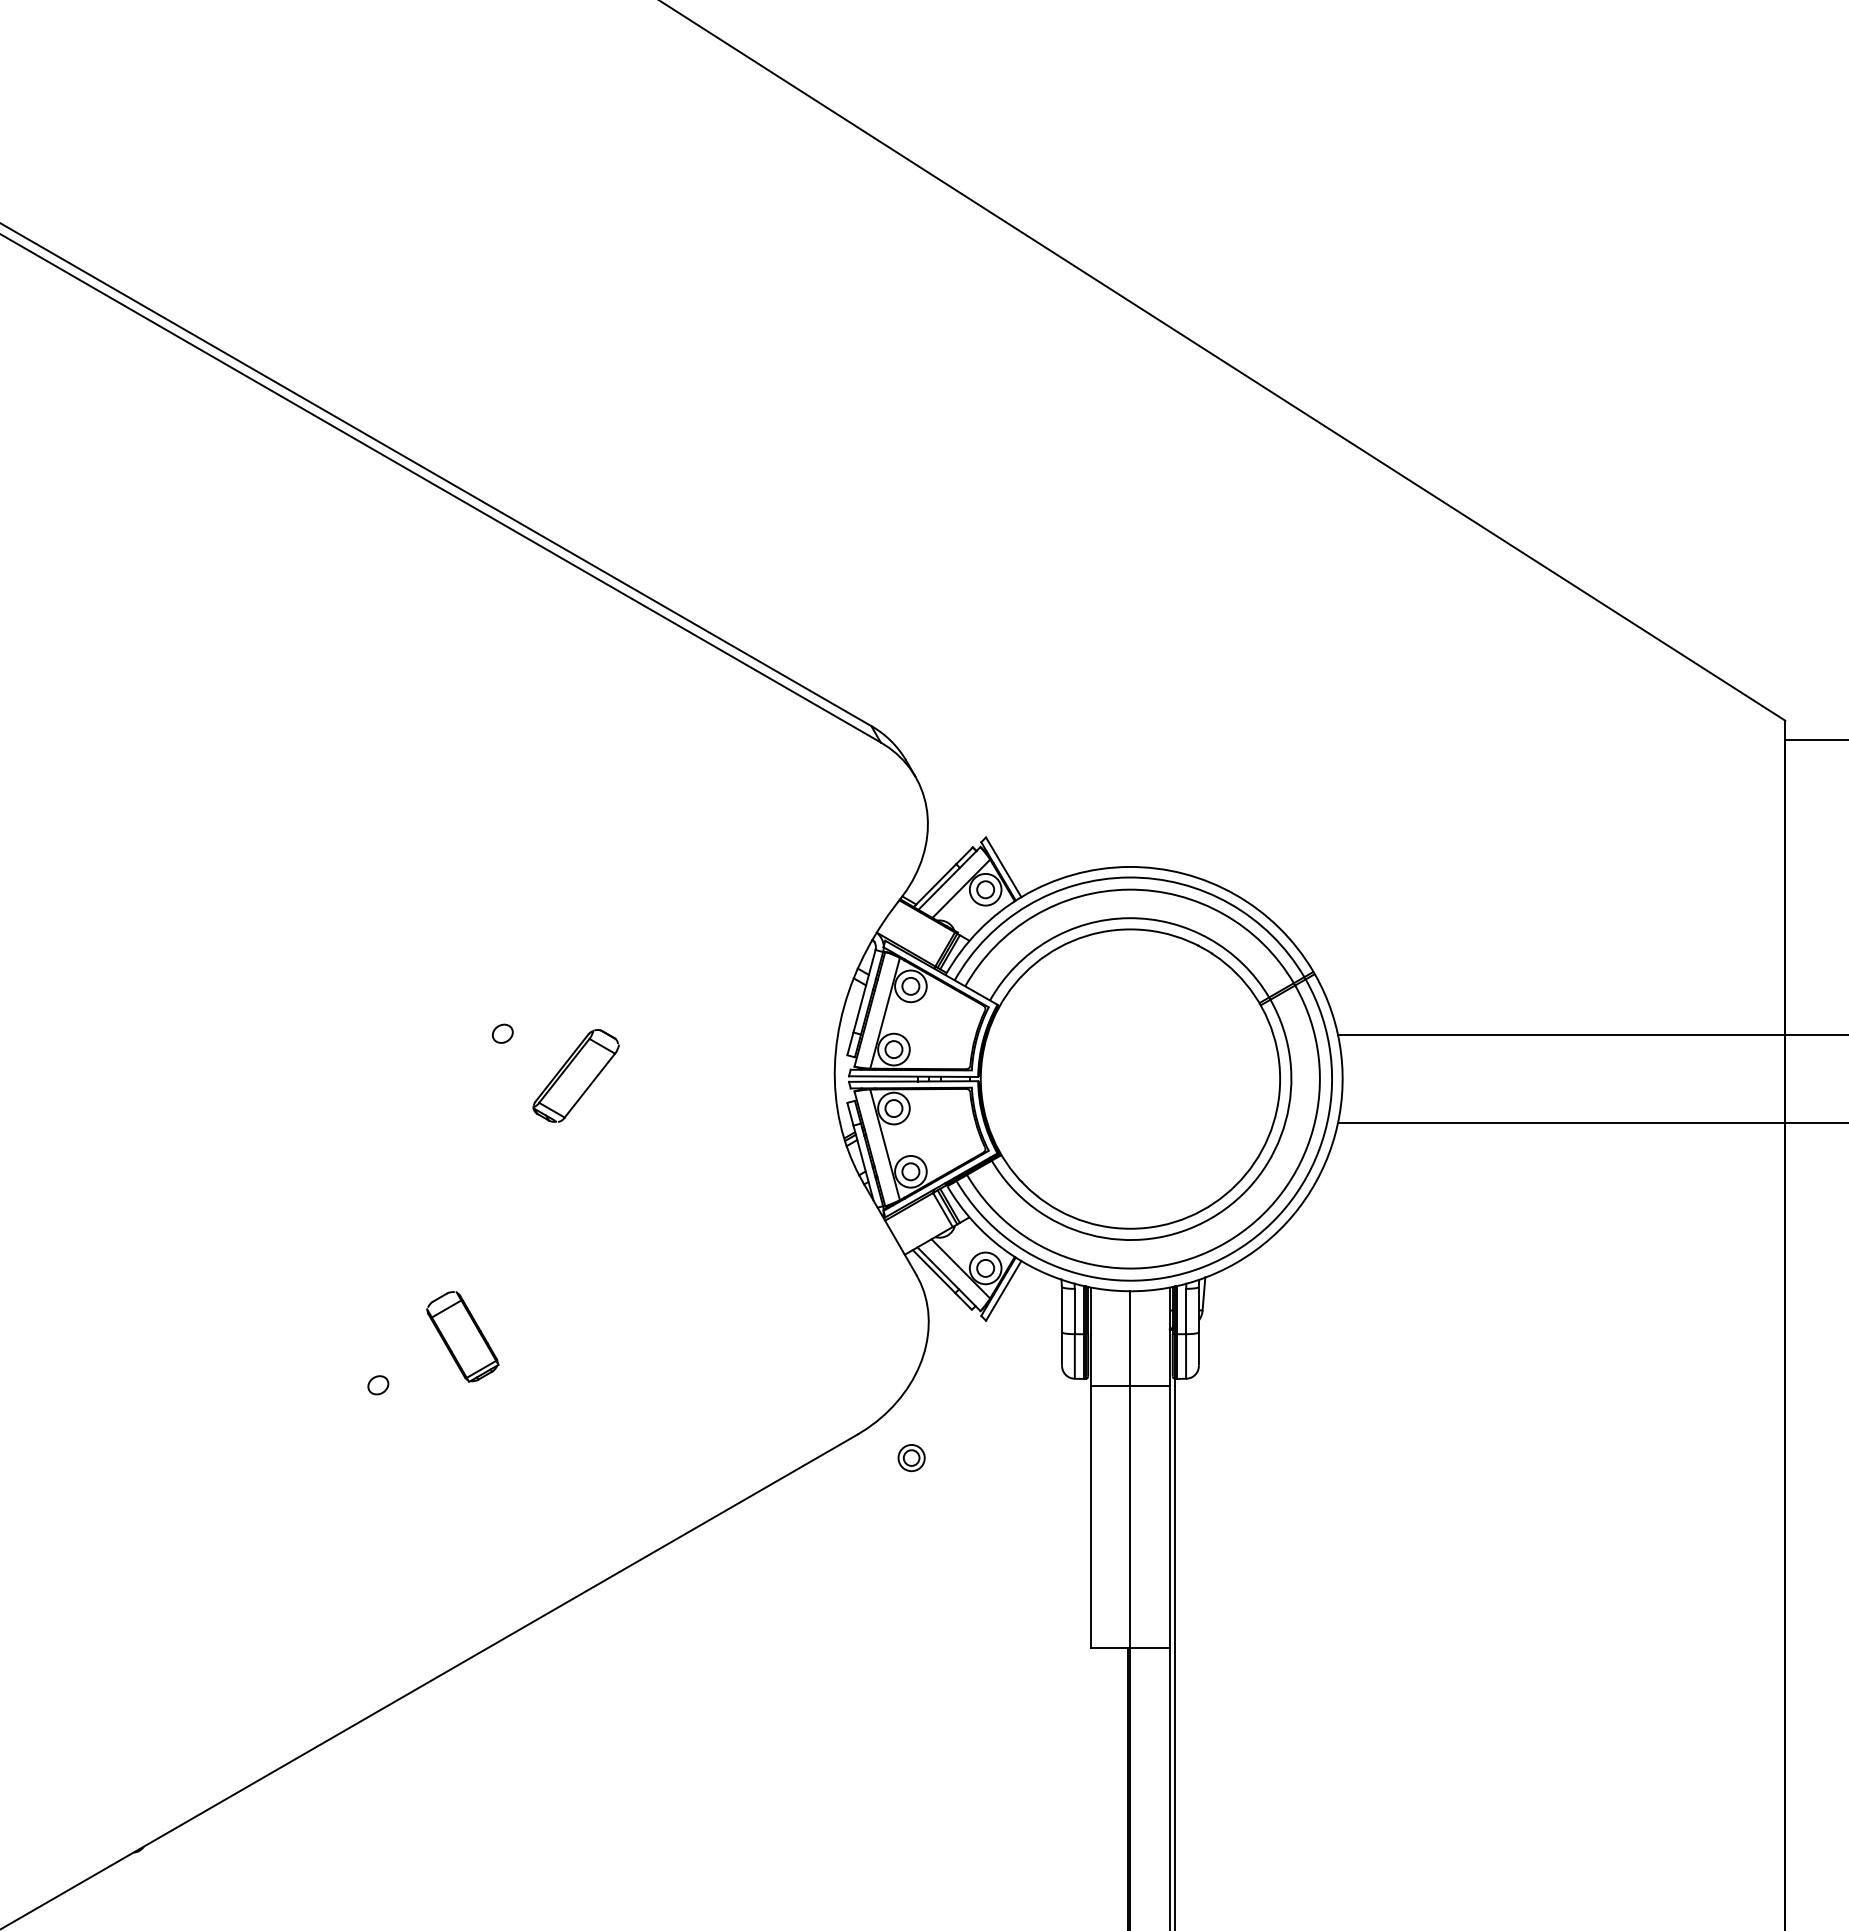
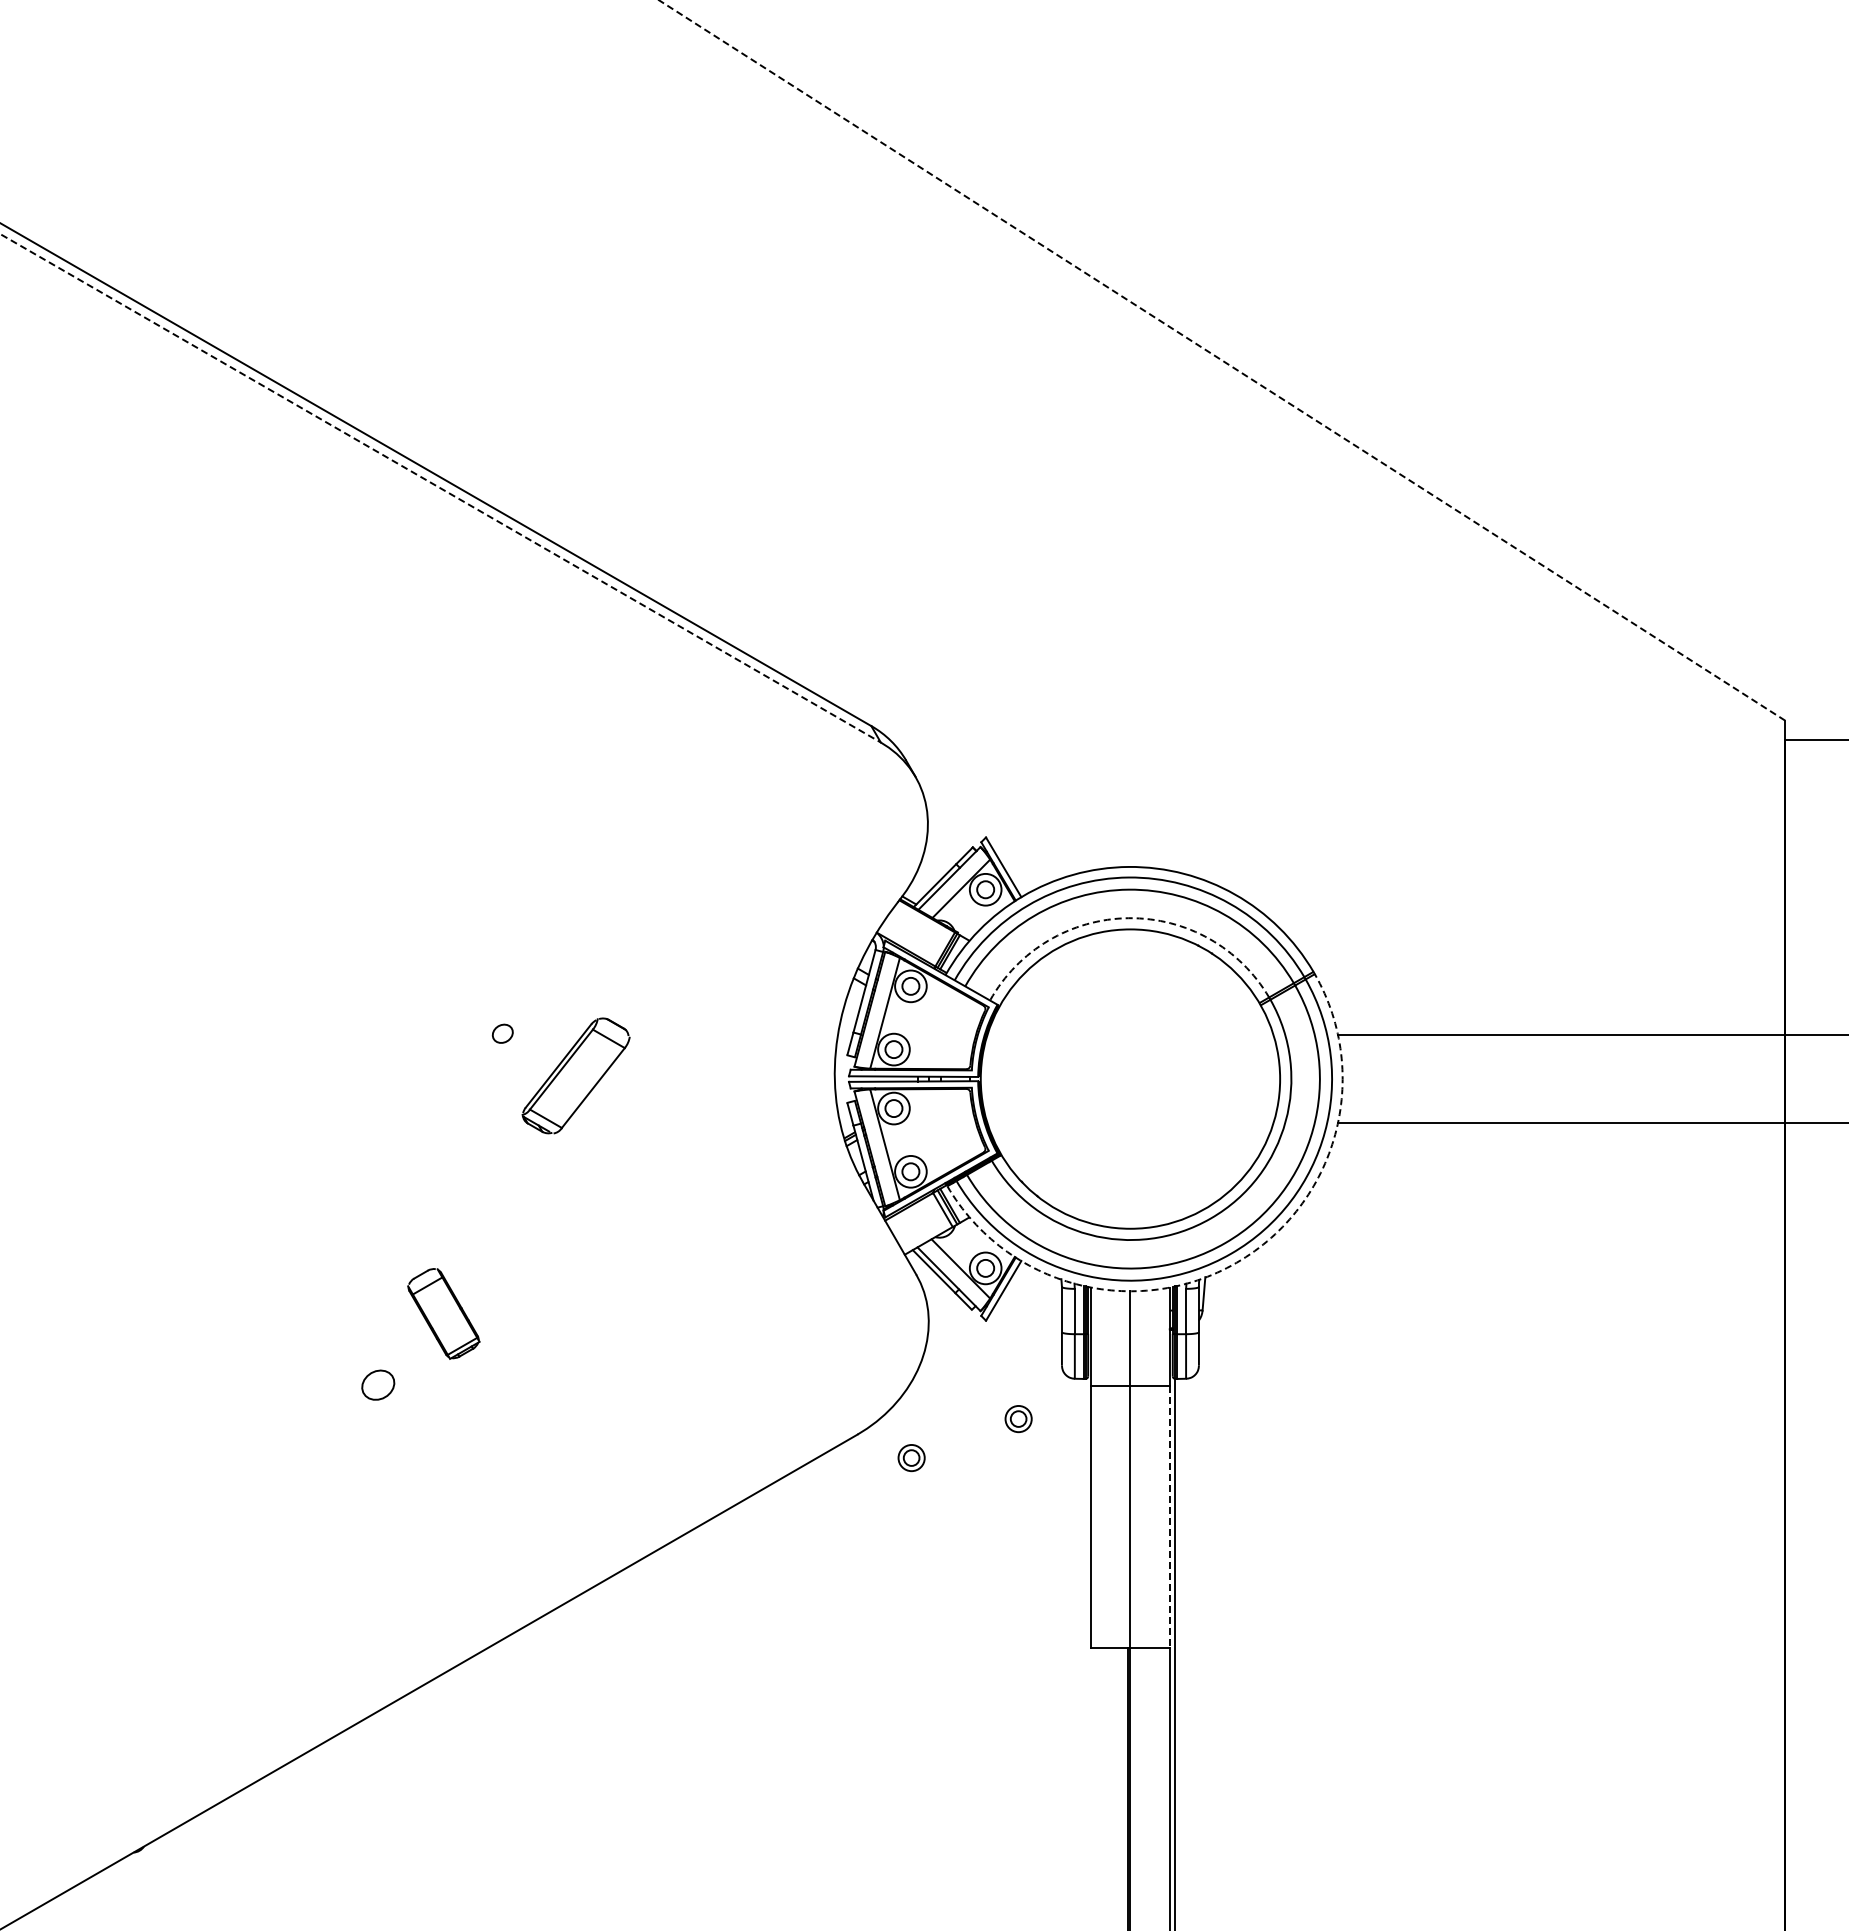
line at (1222, 360): solid -> dashed
line at (441, 488): solid -> dashed
arc at (1128, 918): solid -> dashed
part at (575, 1075) size: 88x94 px -> 110x118 px
arc at (1236, 1262): solid -> dashed
part at (462, 1336) position: (462, 1336) -> (443, 1313)
part at (378, 1385) size: 23x21 px -> 35x32 px
part at (1018, 1419): none -> present
line at (1169, 1516): solid -> dashed
